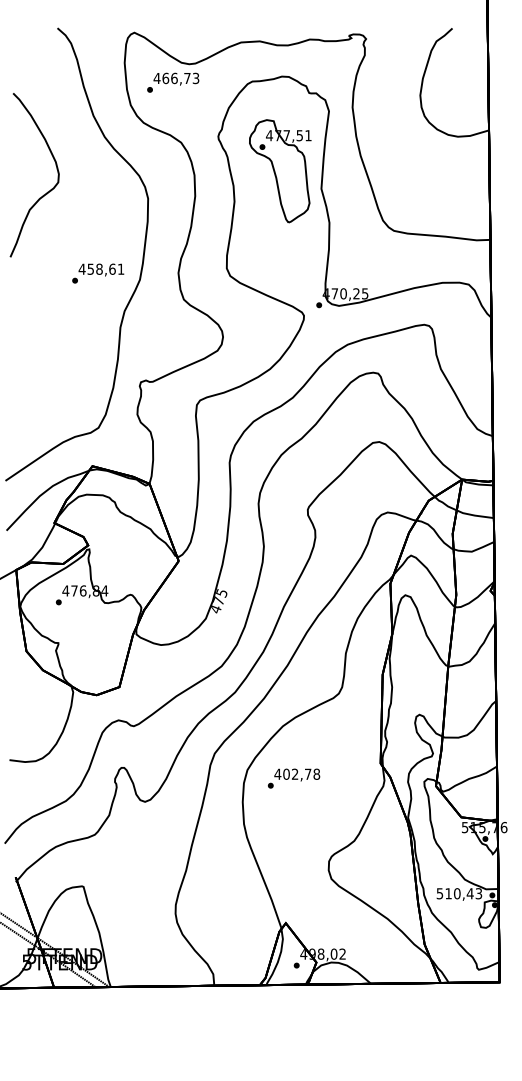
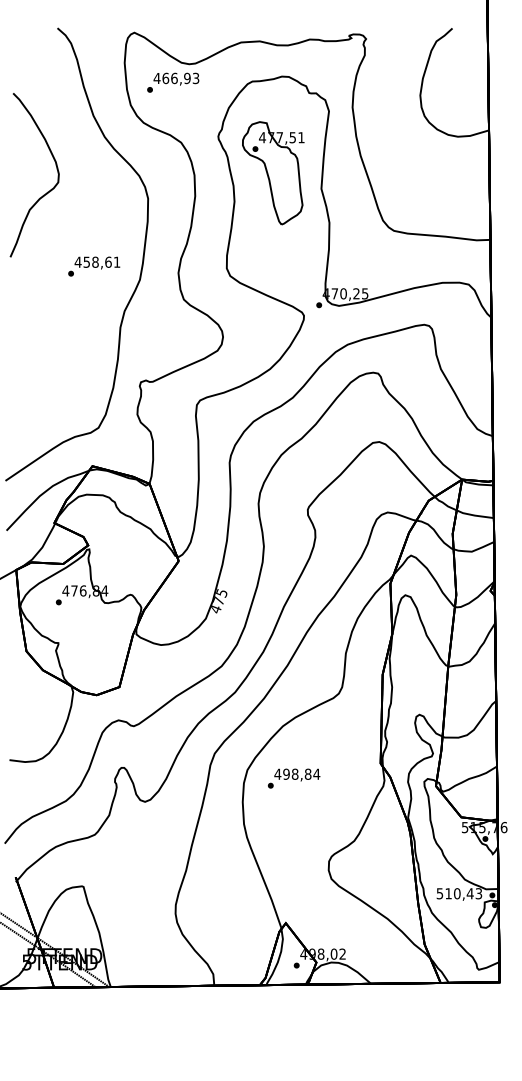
text at (187, 78): 466,73 -> 466,93
part at (280, 171) position: (280, 171) -> (273, 173)
text at (98, 273) position: (98, 273) -> (94, 266)
text at (301, 773): 402,78 -> 498,84
